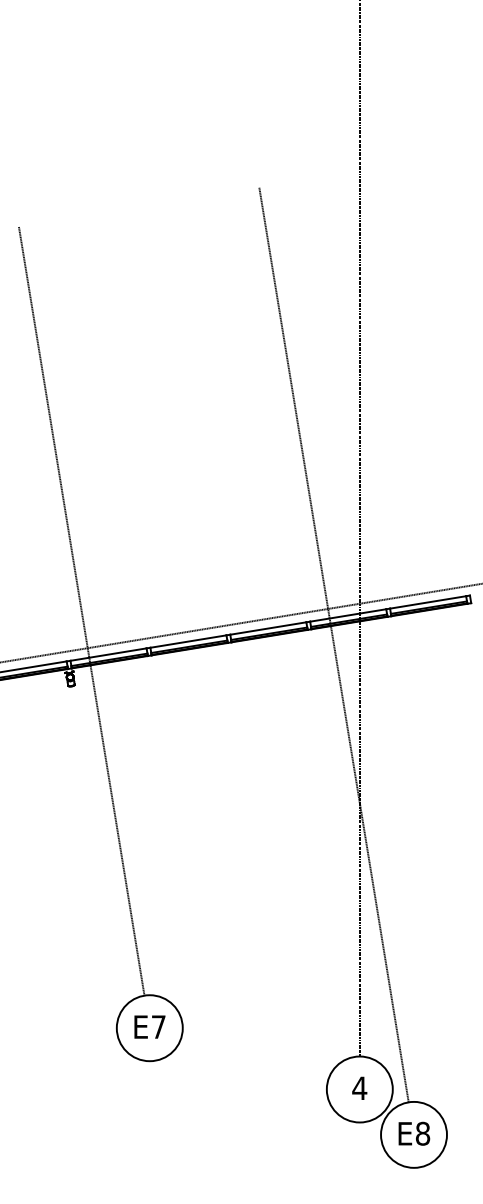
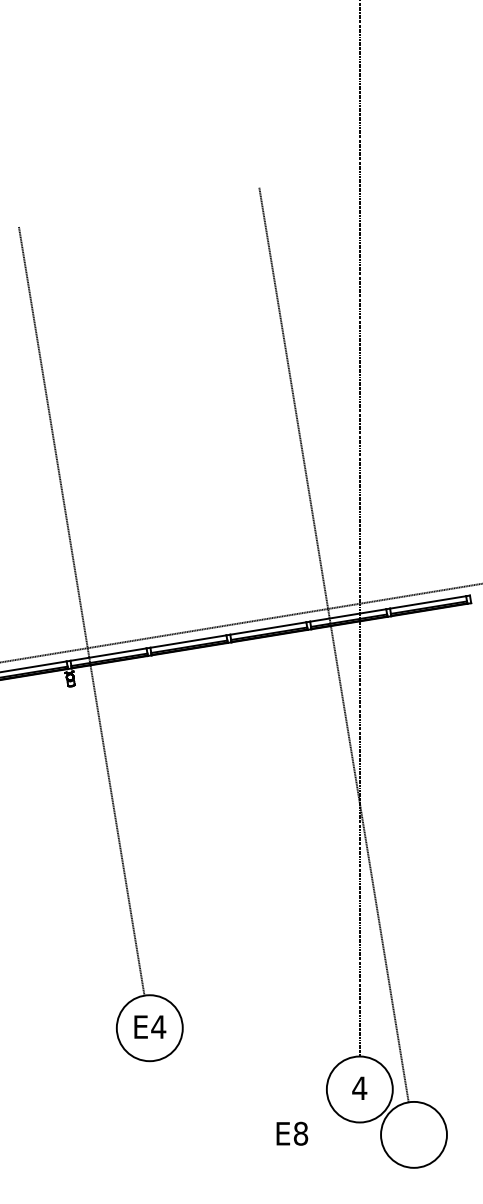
text at (158, 1026): E7 -> E4
text at (414, 1133) position: (414, 1133) -> (292, 1133)
